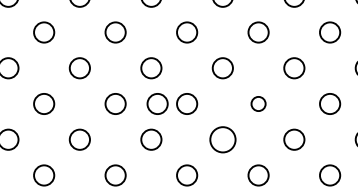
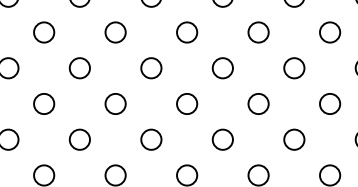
circle at (157, 103): present -> none
circle at (258, 103) size: 17x16 px -> 23x22 px
circle at (222, 139) size: 28x28 px -> 23x23 px
